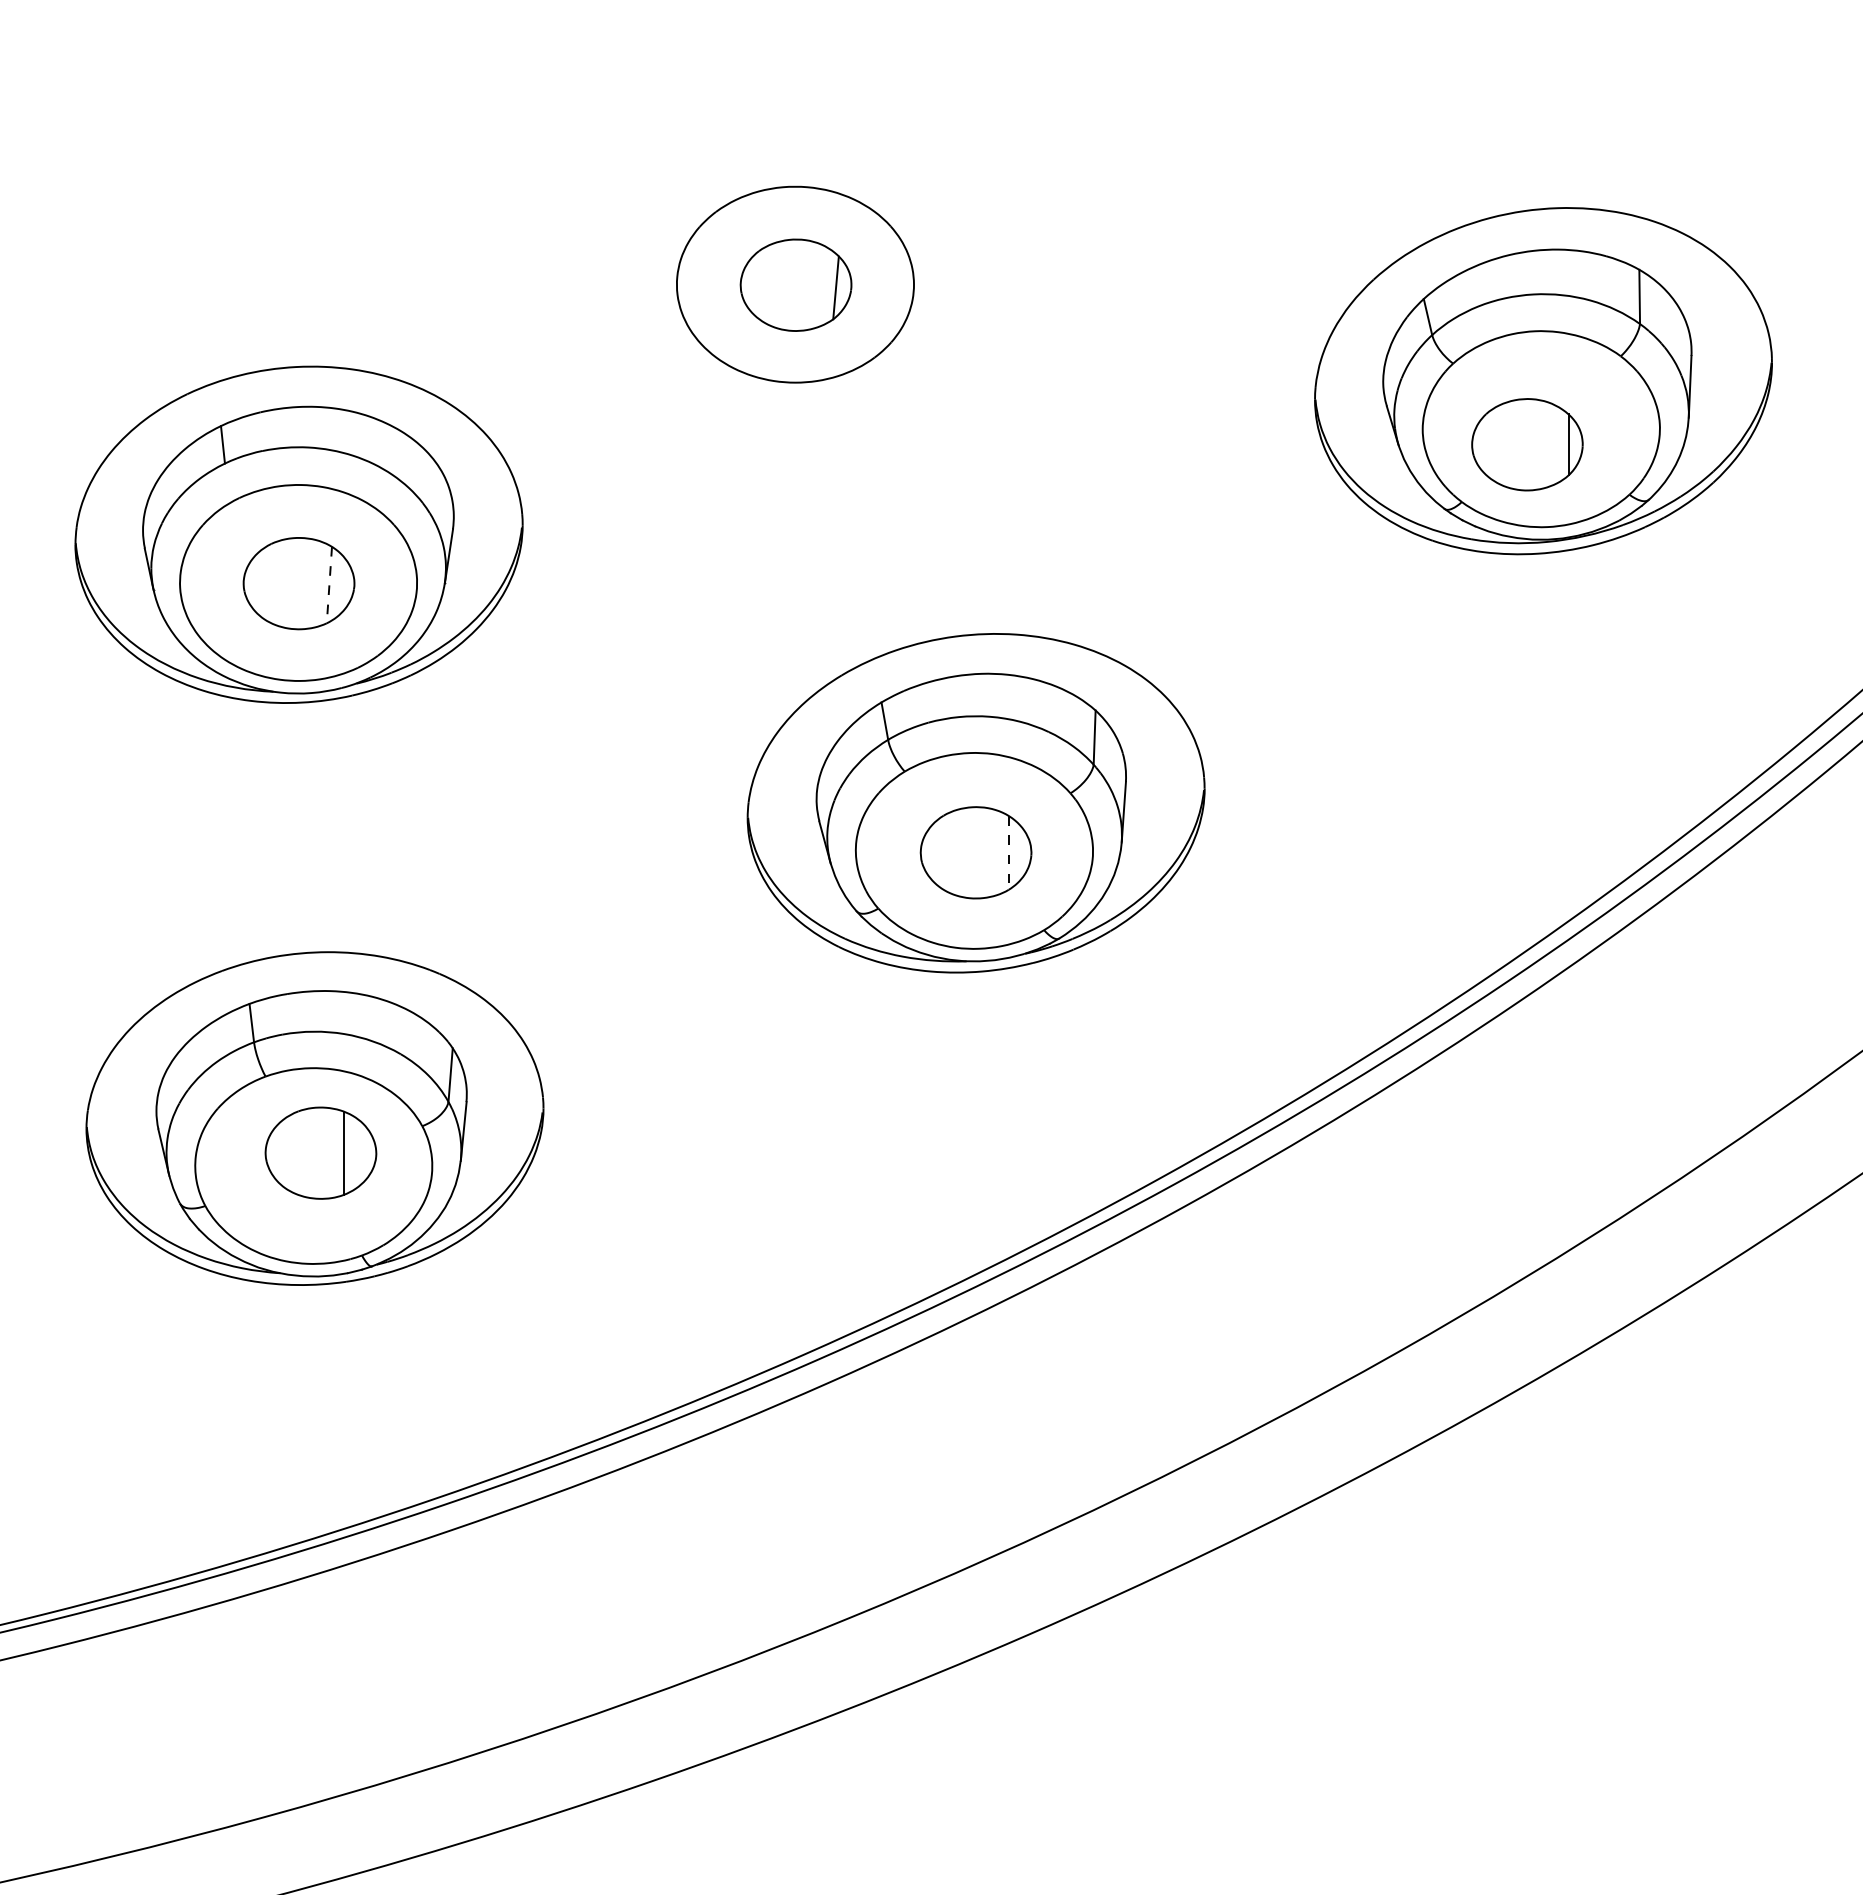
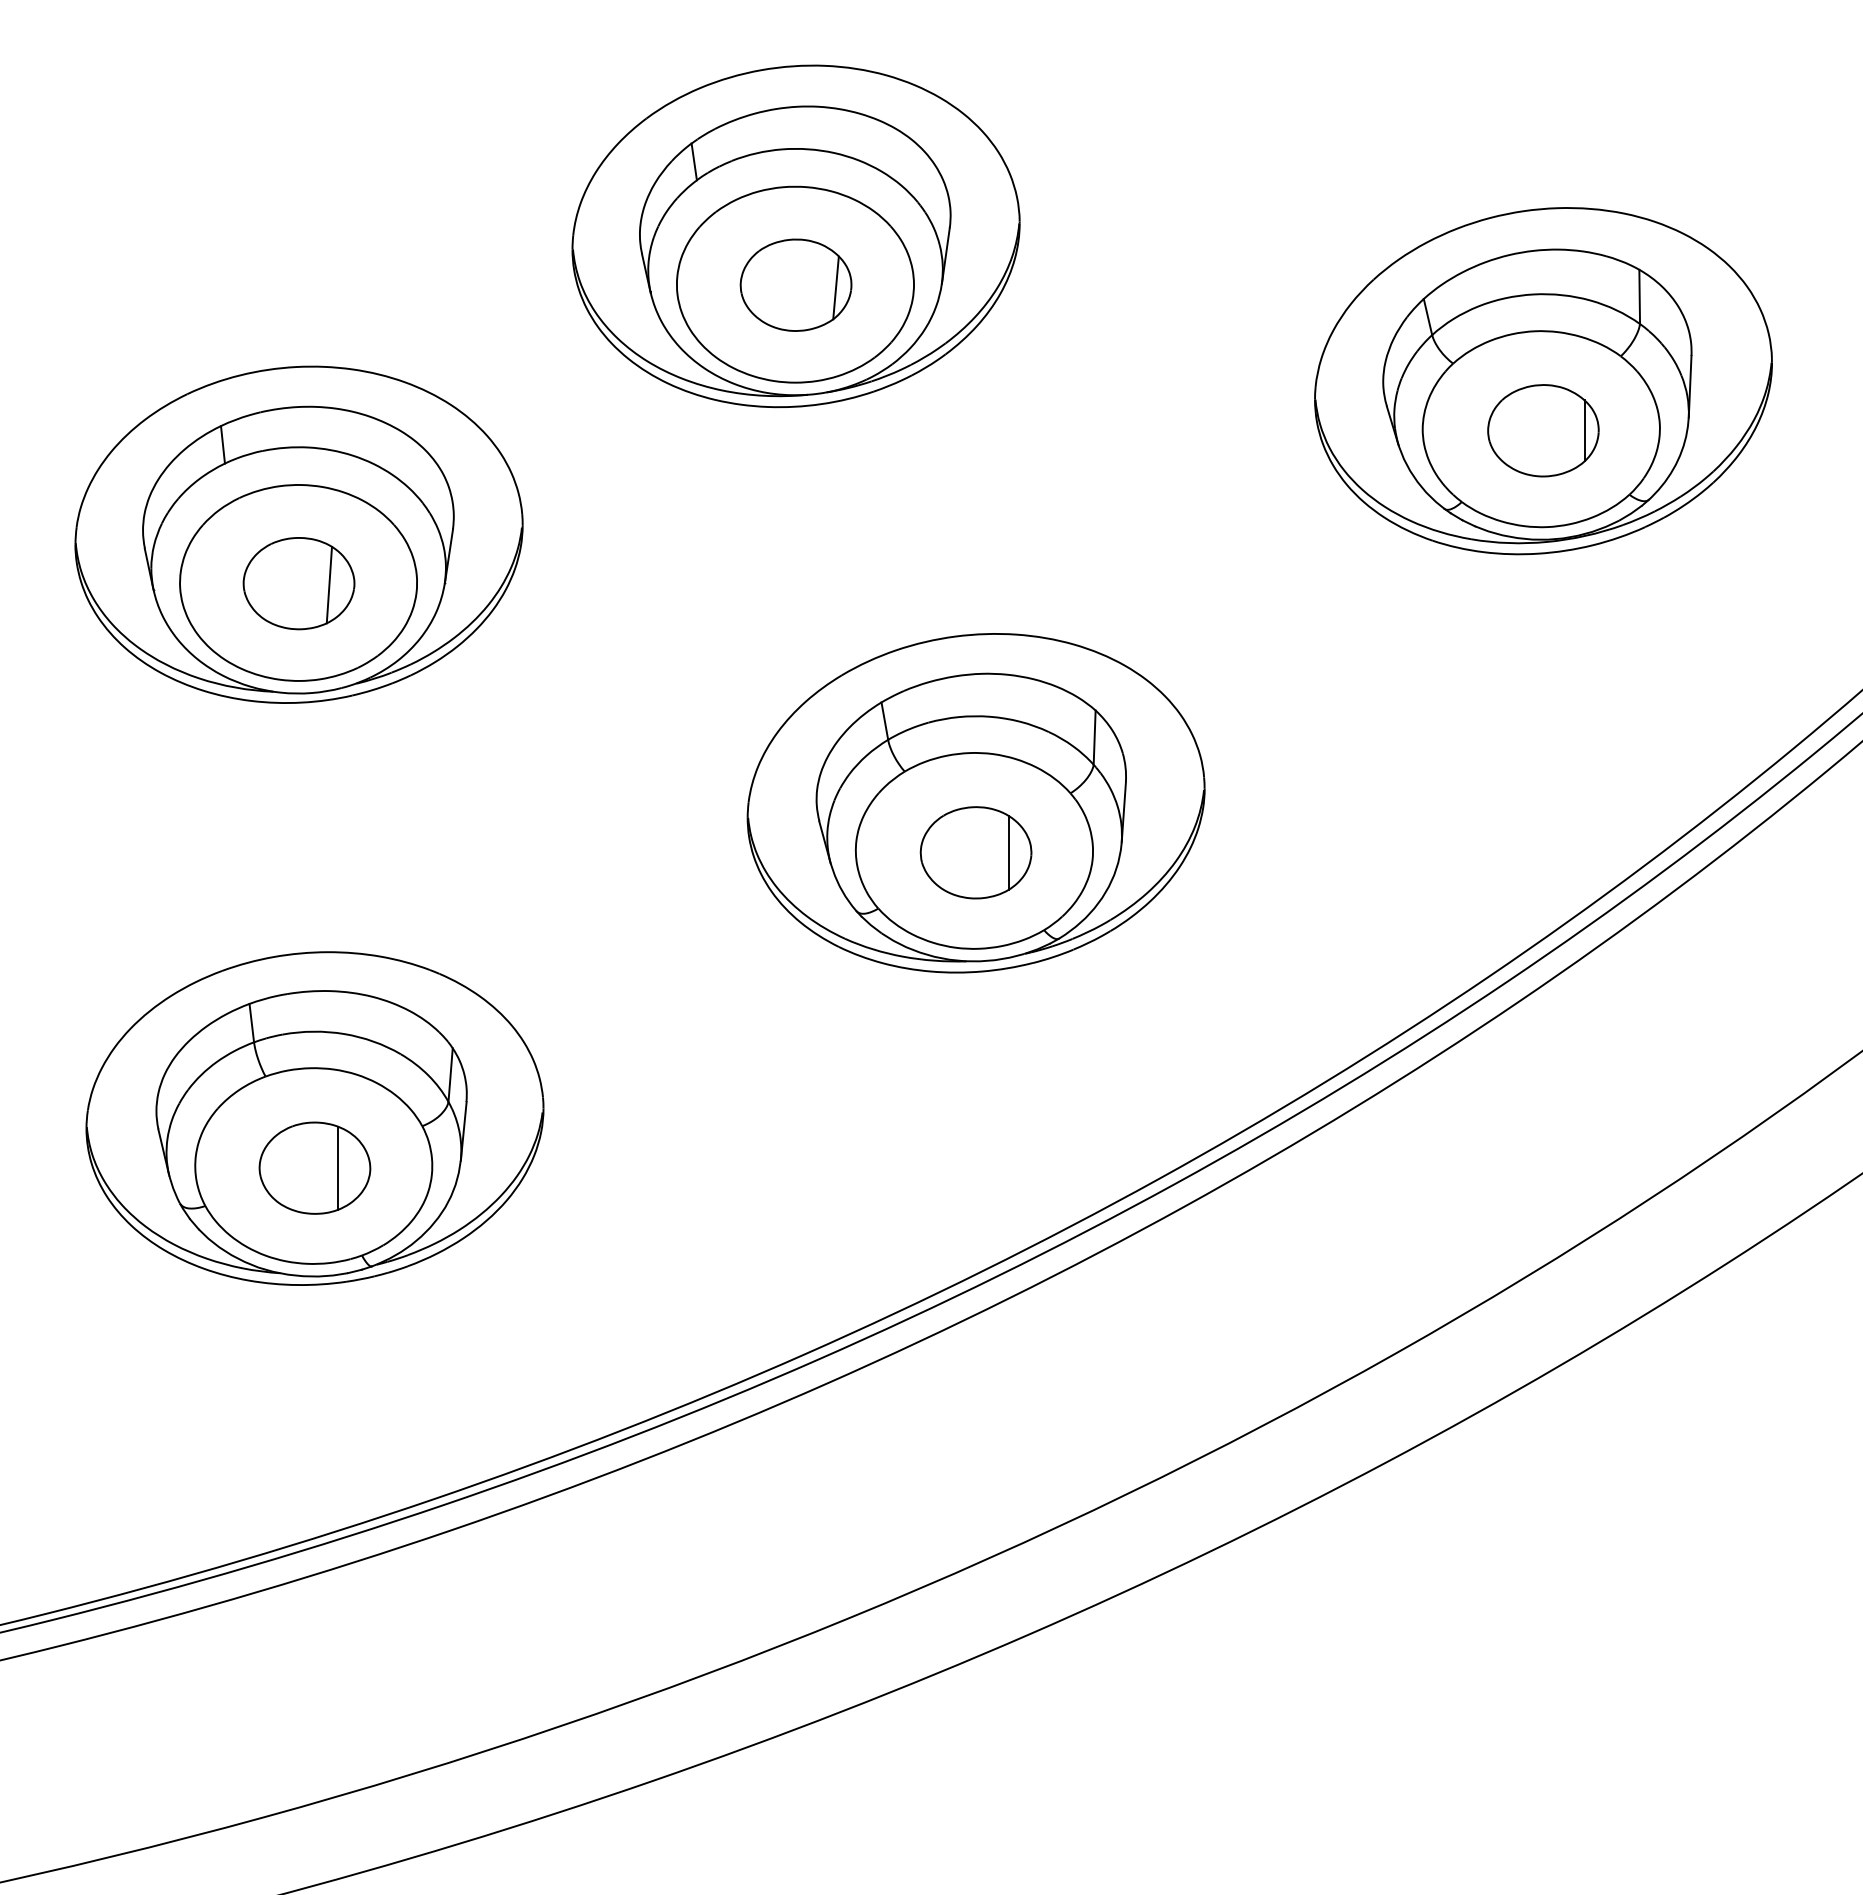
part at (795, 236): none -> present
part at (1527, 444) position: (1527, 444) -> (1543, 430)
line at (329, 585): dashed -> solid
line at (1008, 852): dashed -> solid
part at (320, 1152) position: (320, 1152) -> (314, 1167)
